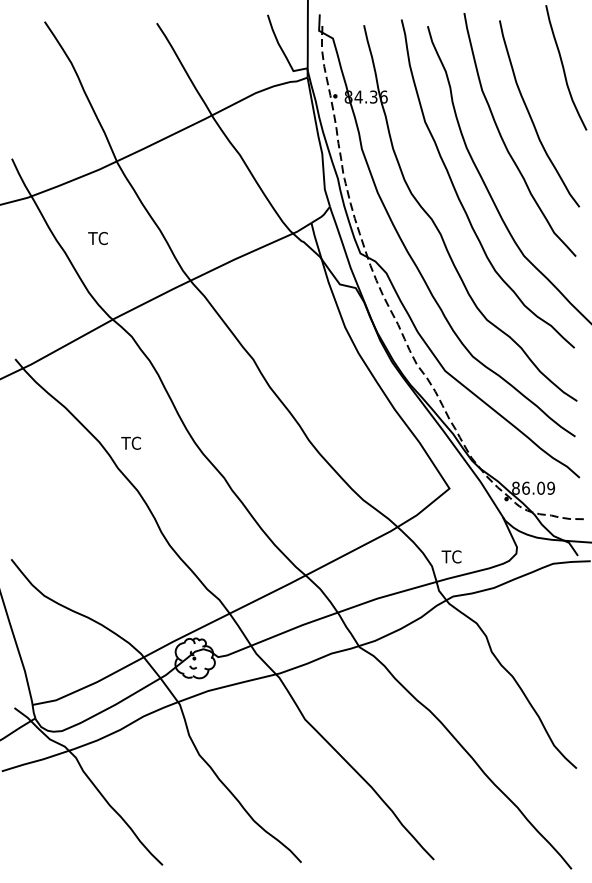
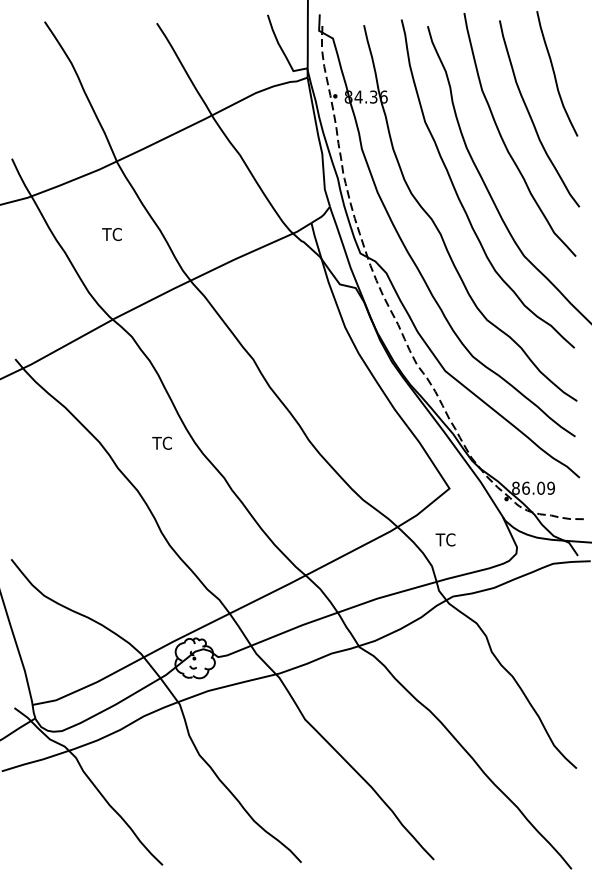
curve at (564, 67) position: (564, 67) -> (555, 73)
text at (97, 238) position: (97, 238) -> (111, 234)
text at (130, 442) position: (130, 442) -> (161, 442)
text at (451, 556) position: (451, 556) -> (445, 539)
